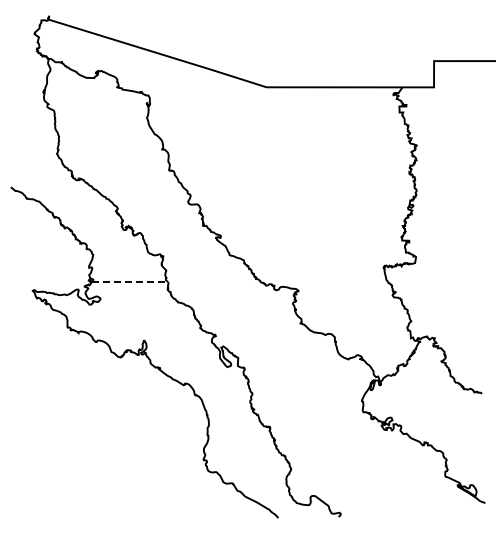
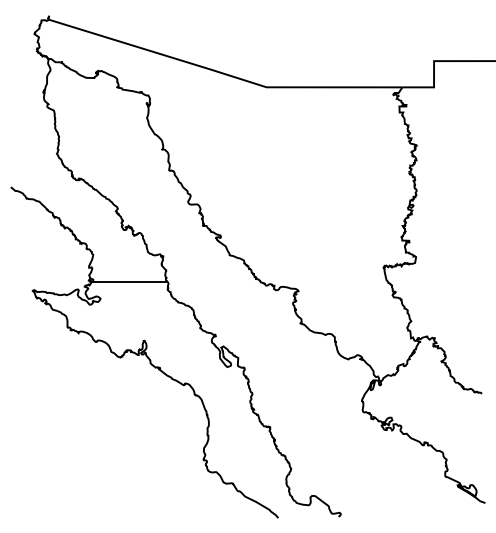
line at (130, 282): dashed -> solid
